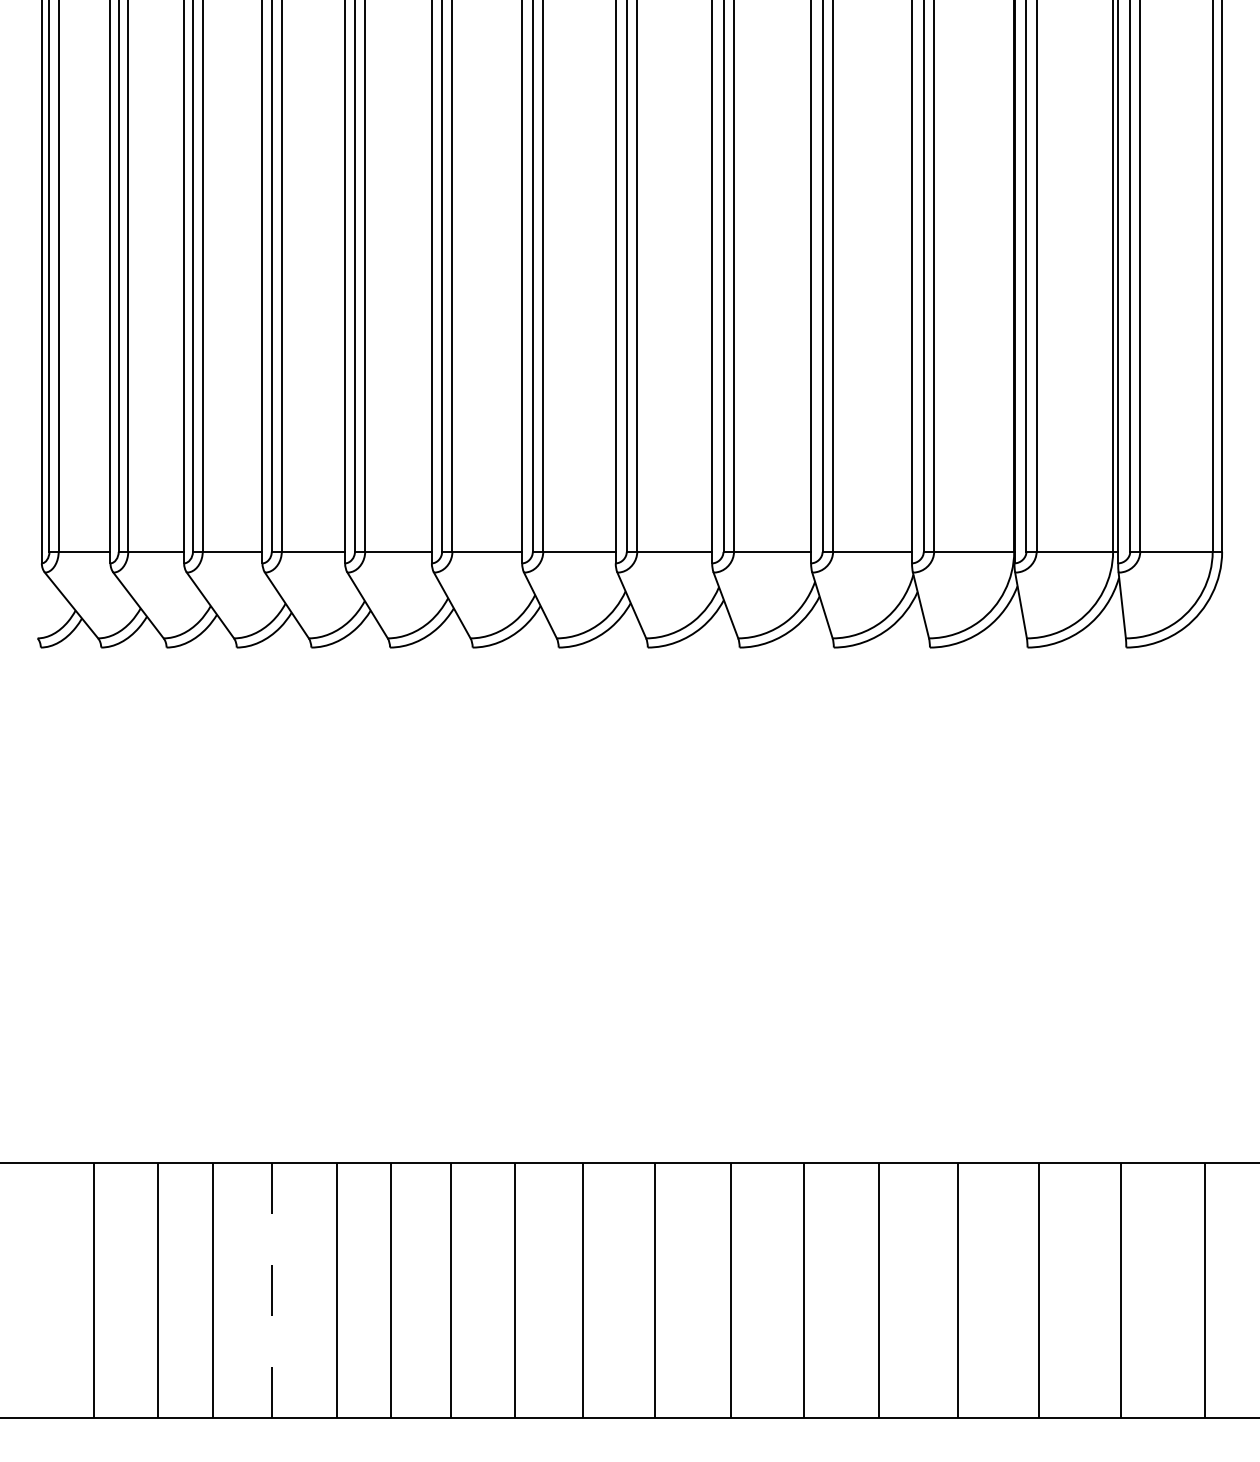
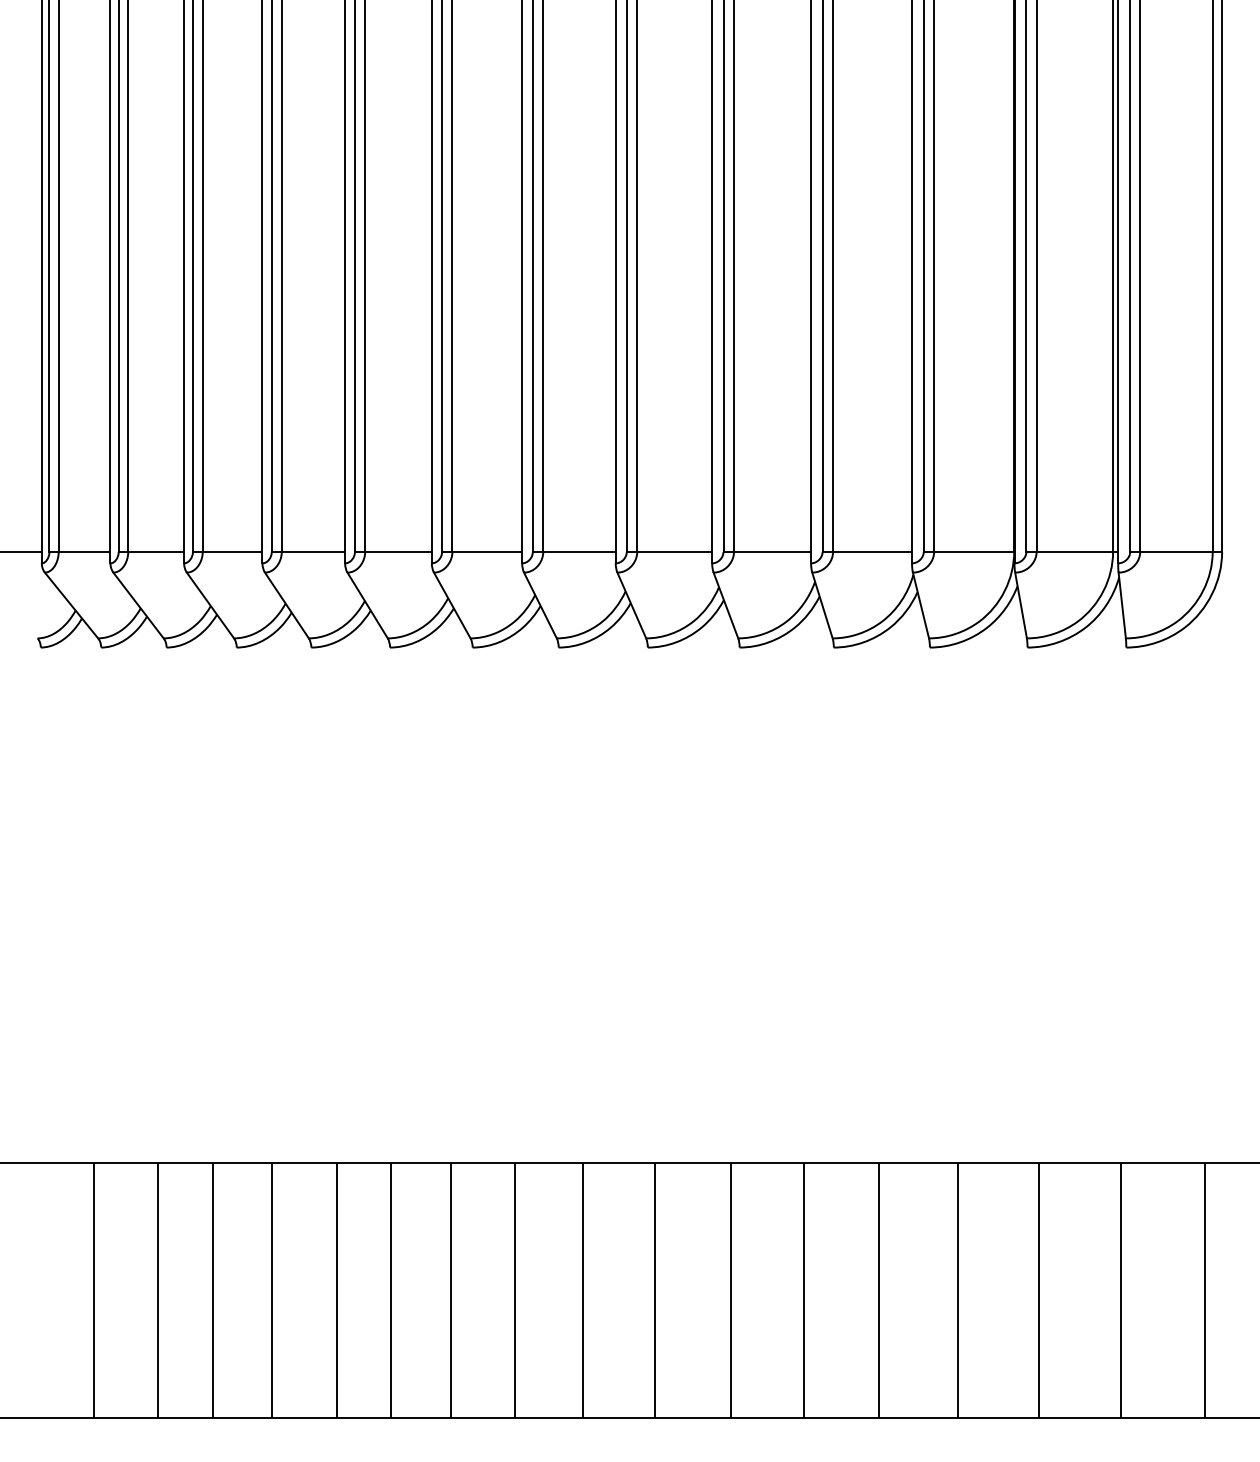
line at (21, 551): none -> present
line at (272, 1290): dashed -> solid
